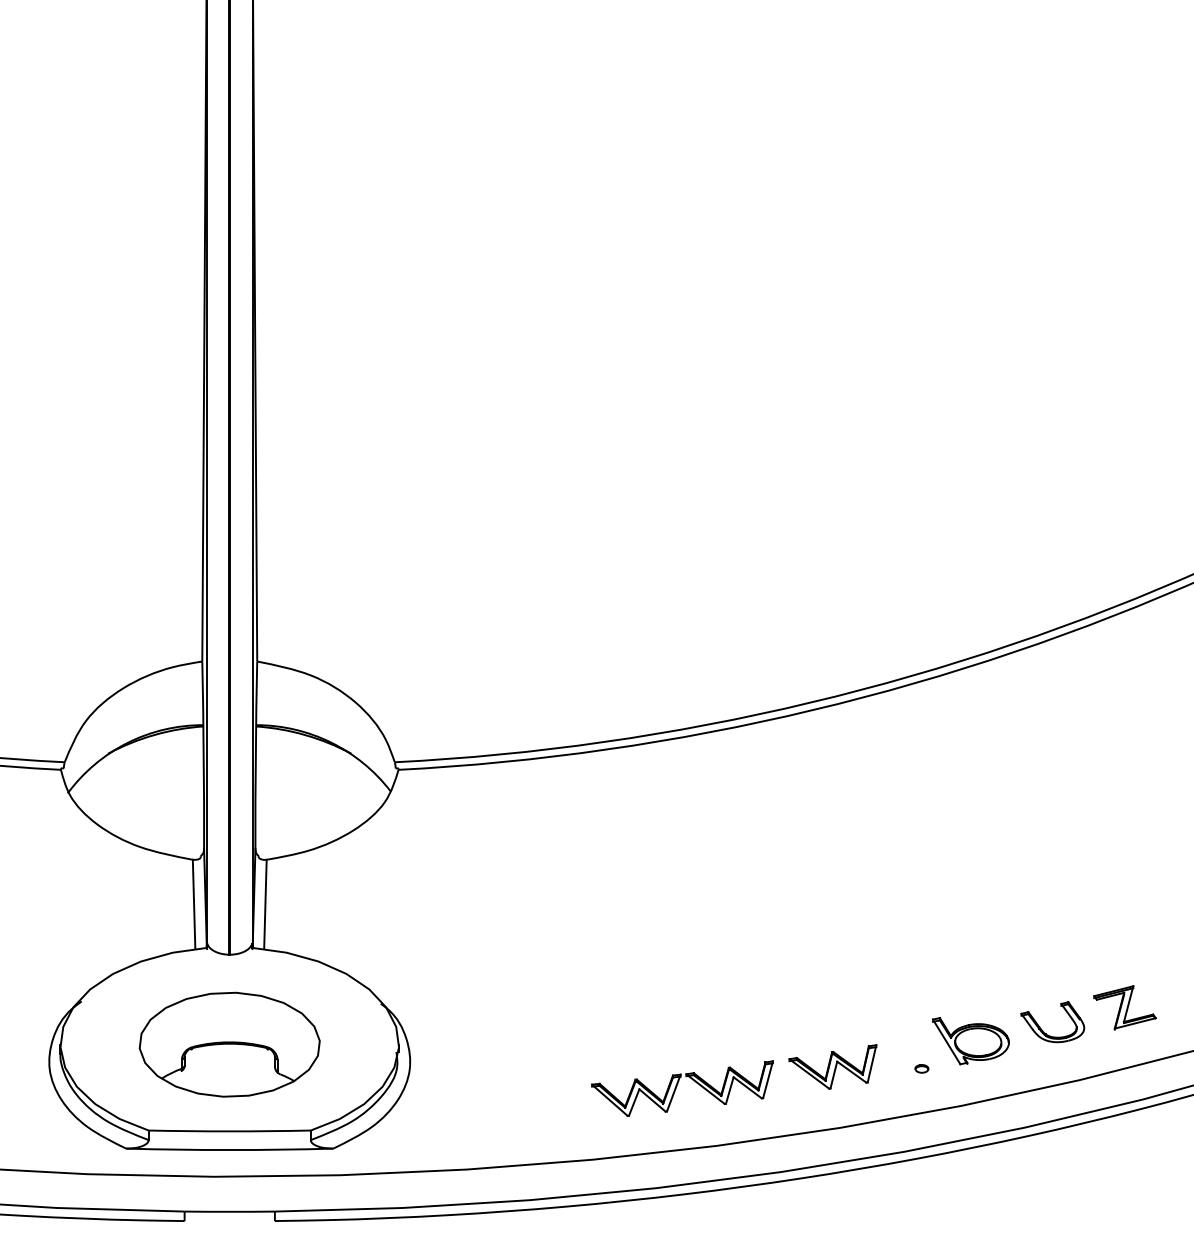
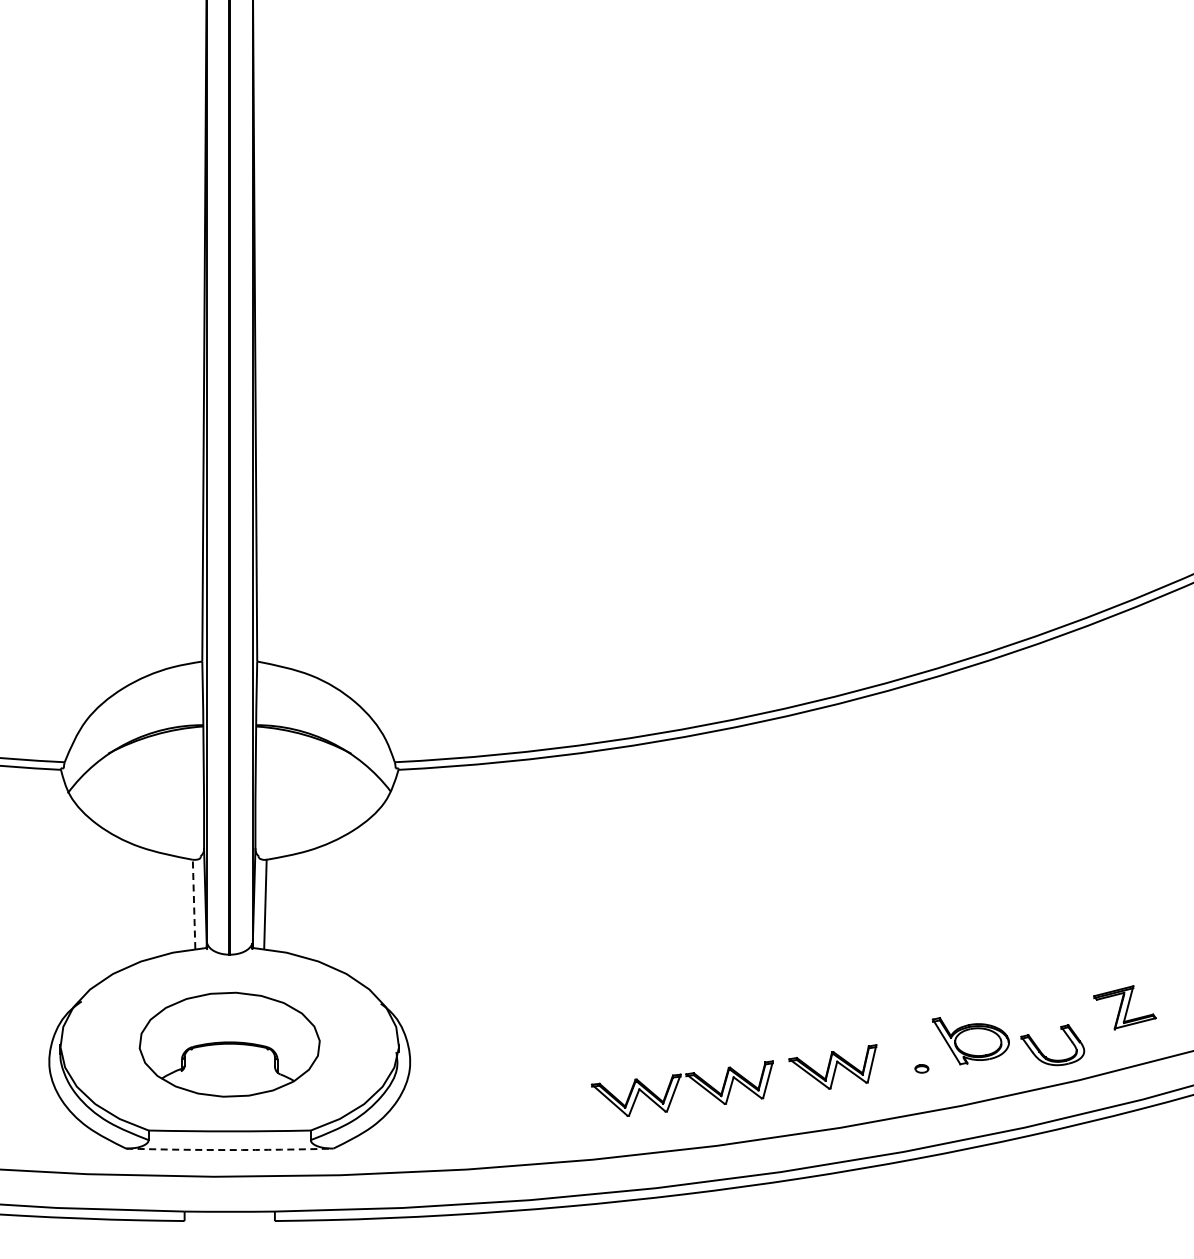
line at (194, 904): solid -> dashed
part at (1043, 1030) position: (1043, 1030) -> (1043, 1053)
arc at (229, 1150): solid -> dashed
